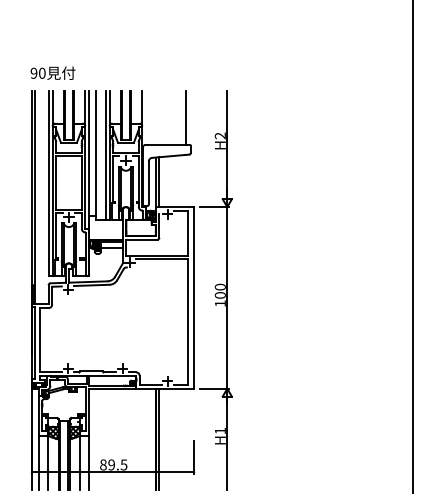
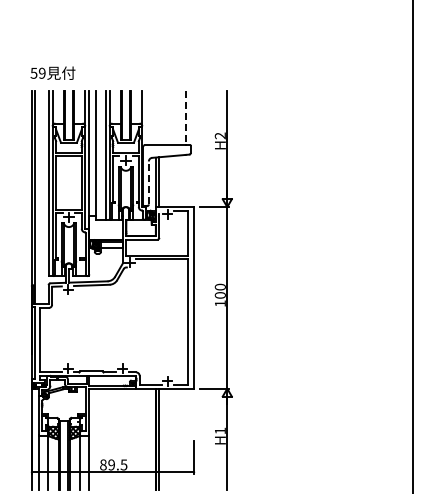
text at (37, 72): 90 -> 59
line at (185, 118): solid -> dashed
line at (148, 182): solid -> dashed
